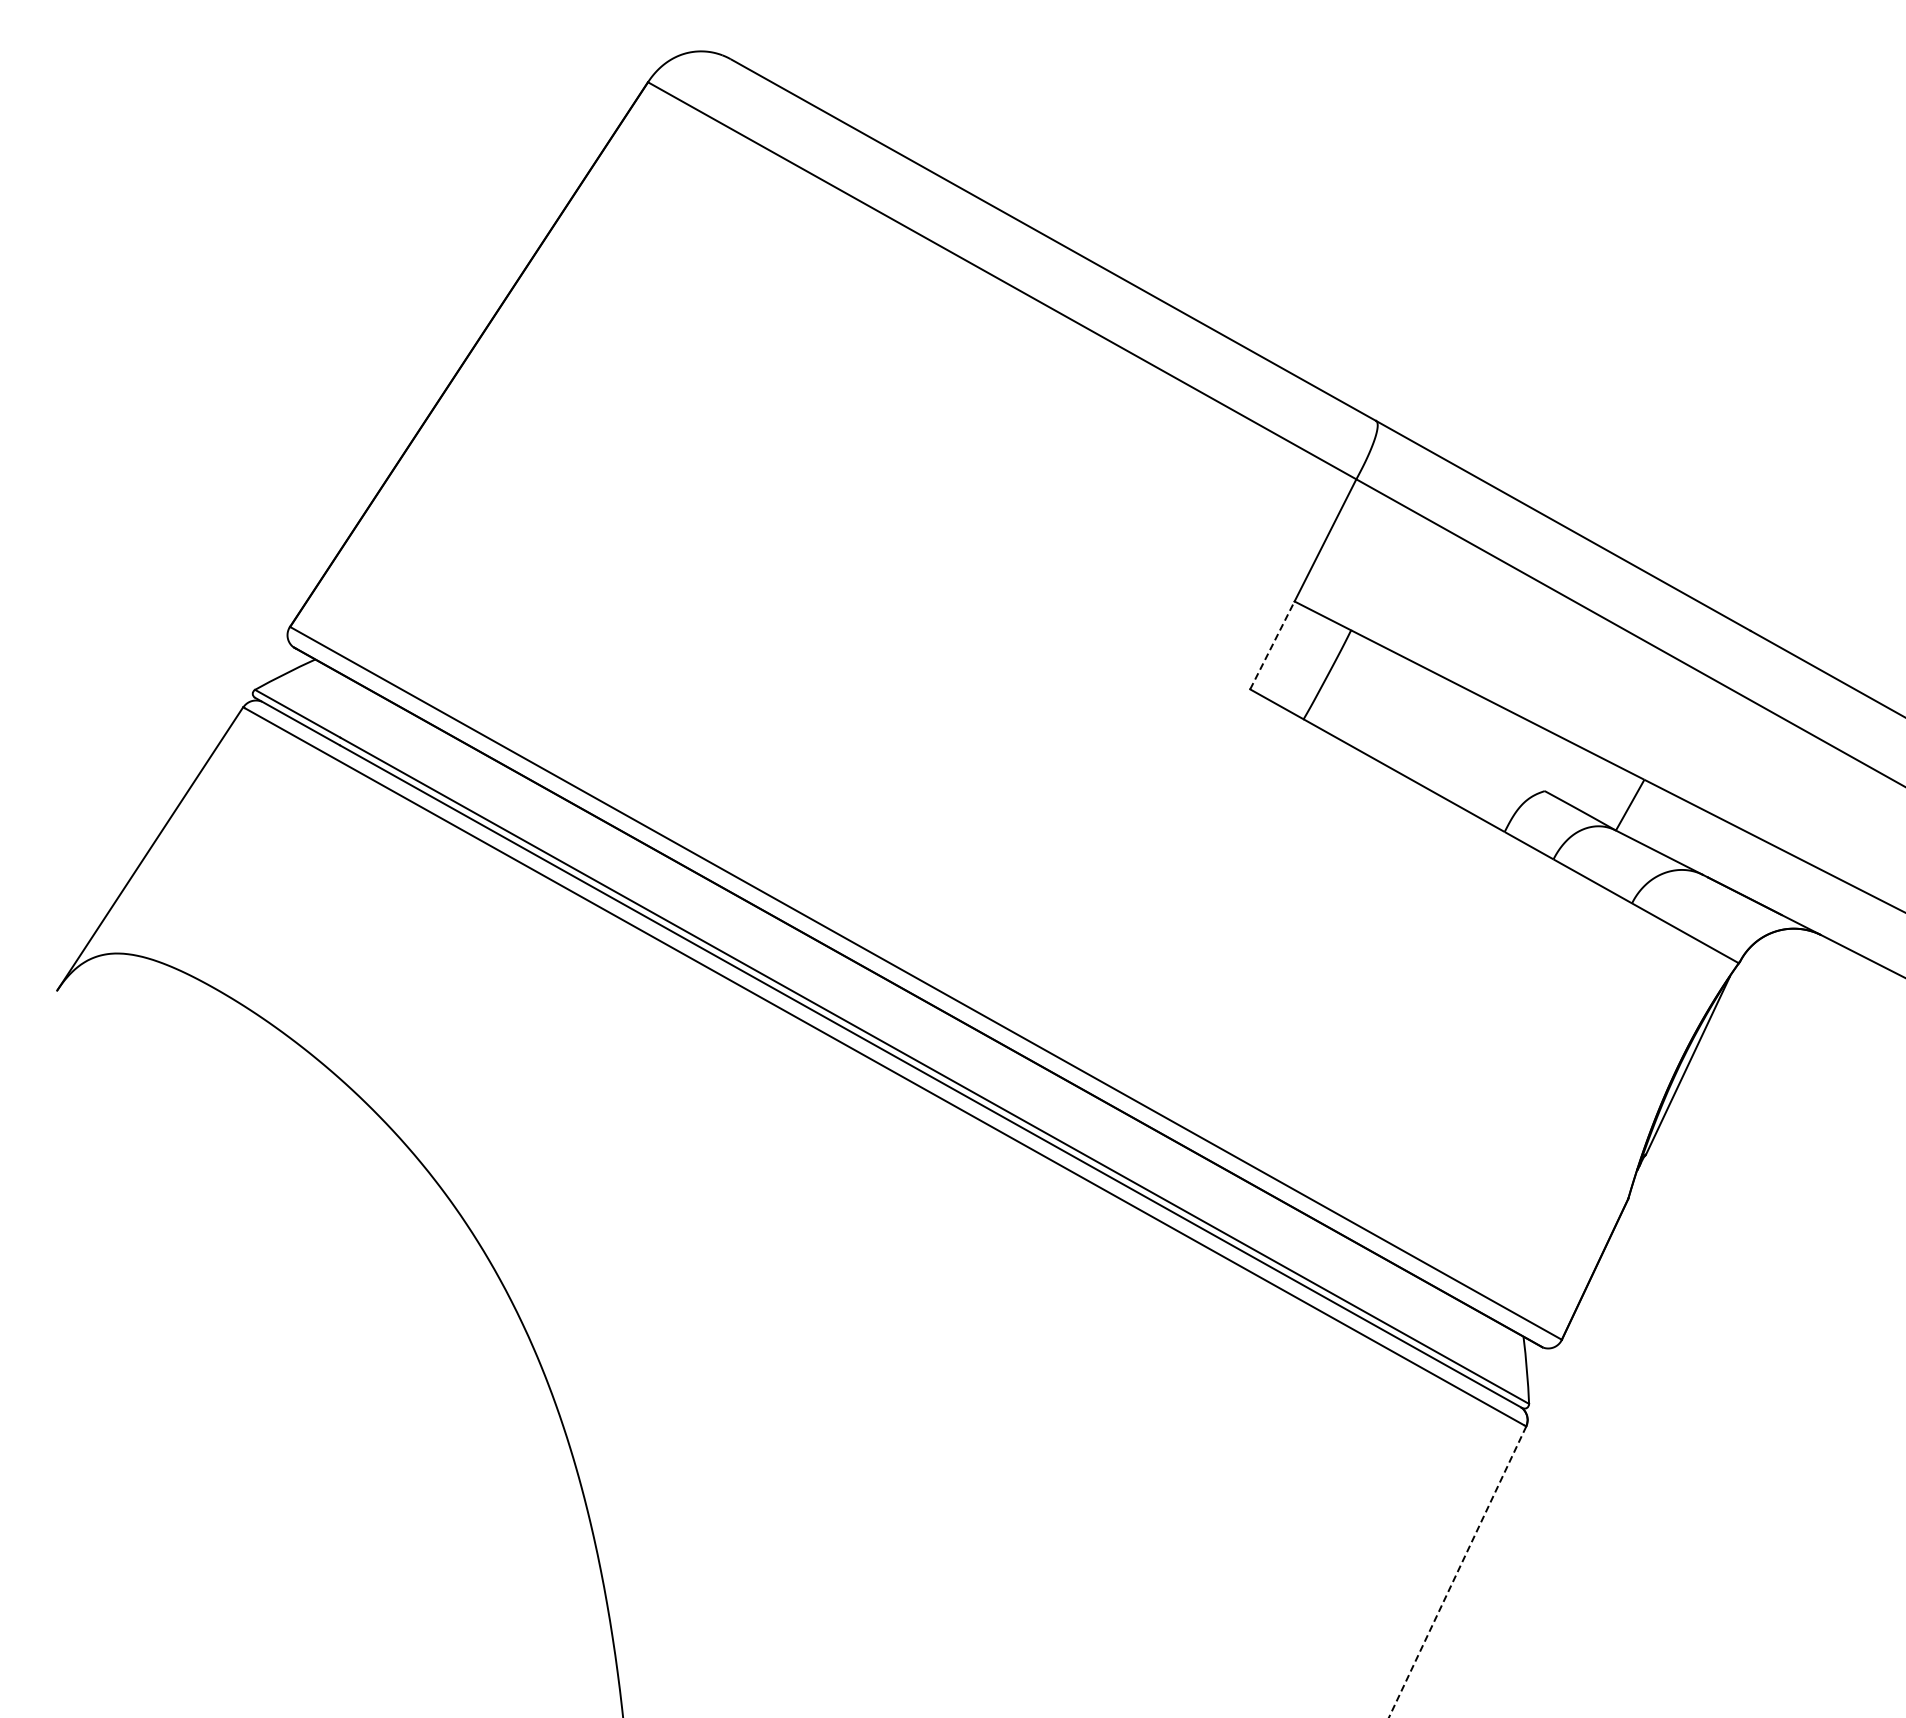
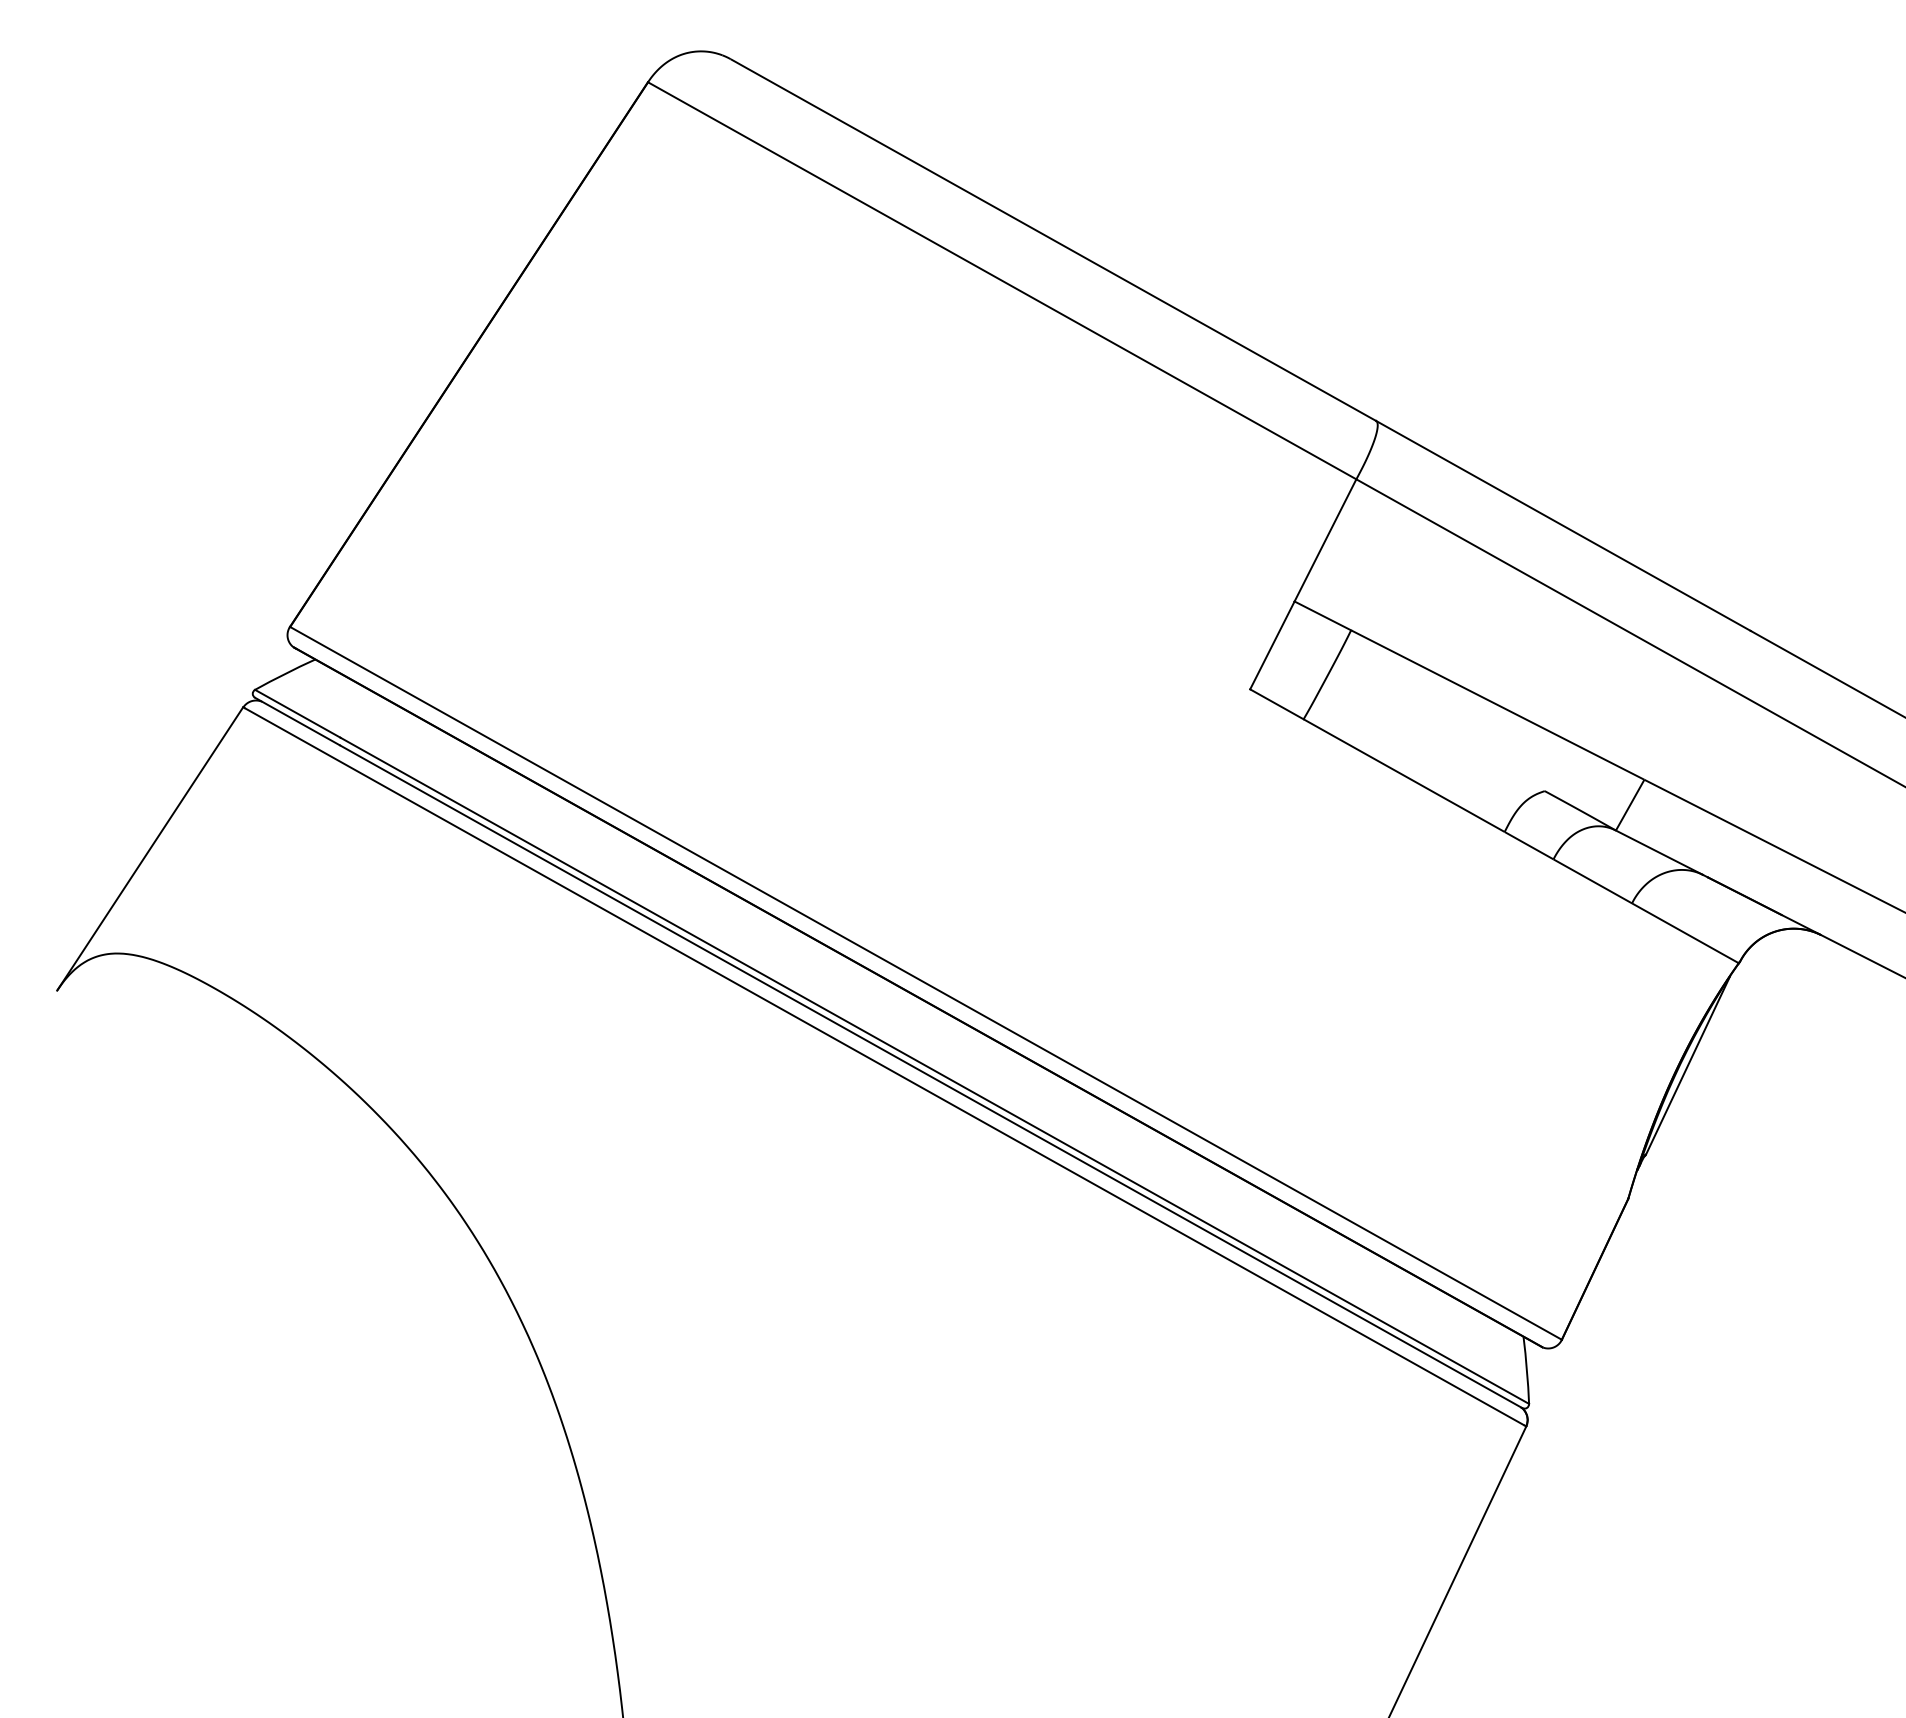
line at (1272, 645): dashed -> solid
line at (1457, 1572): dashed -> solid
